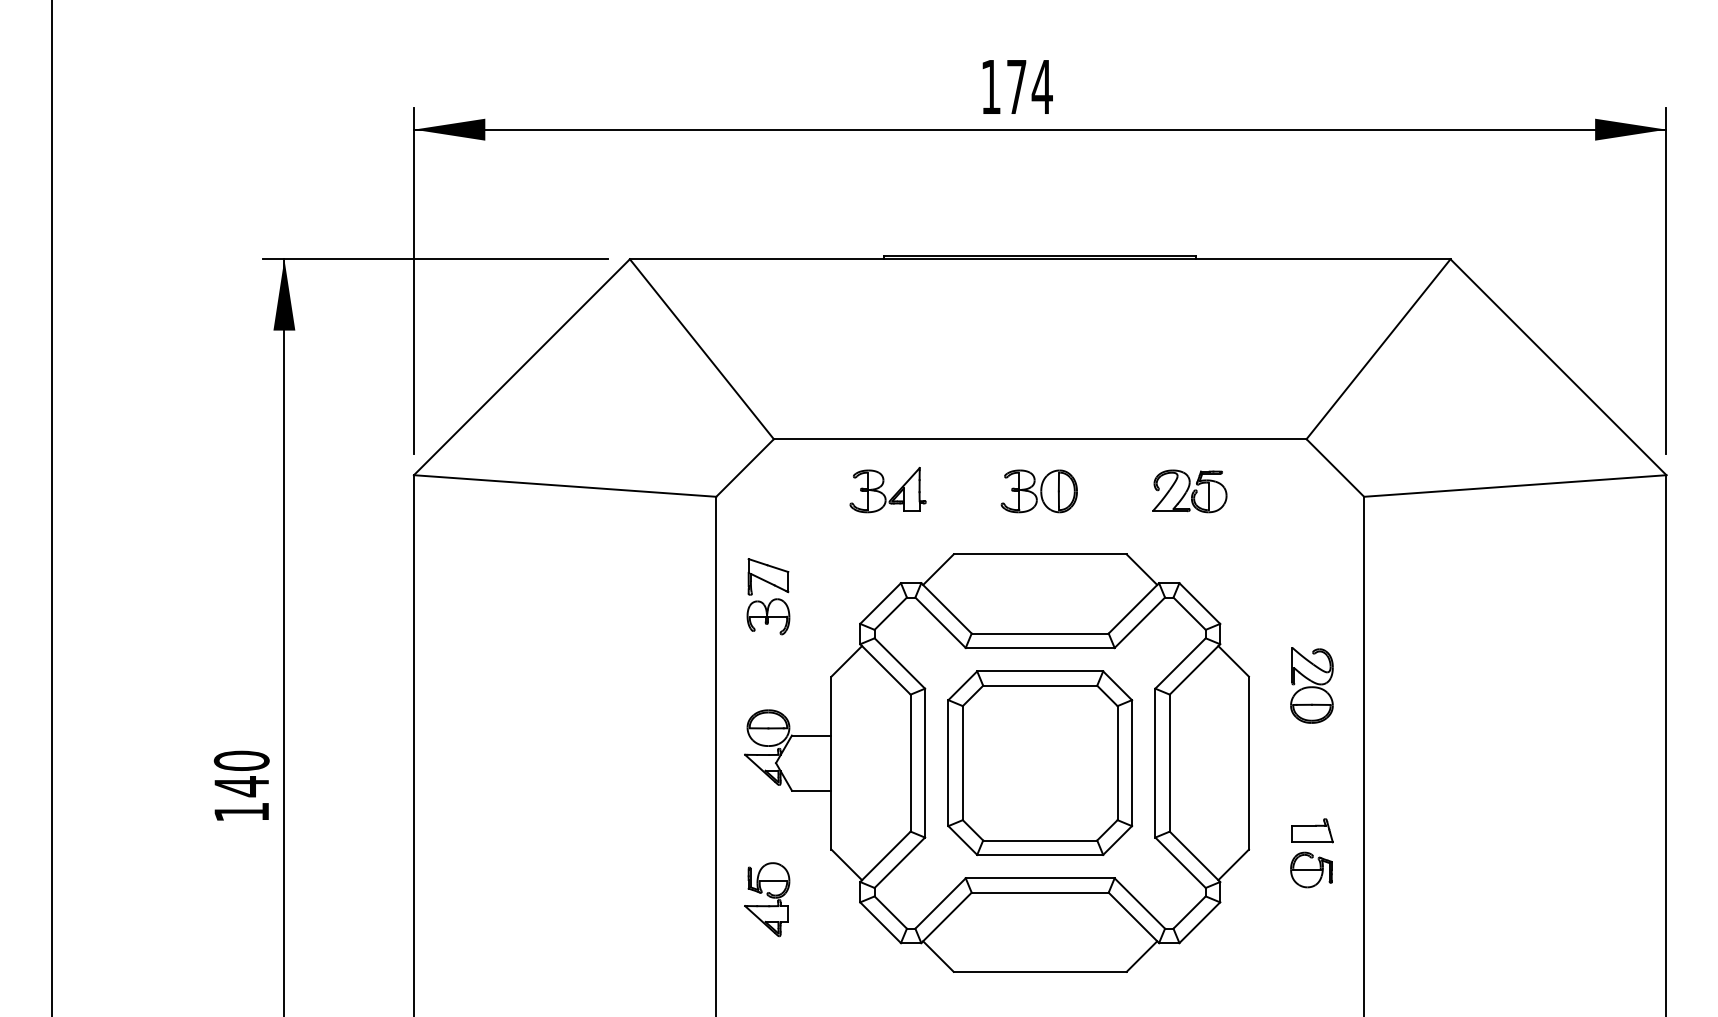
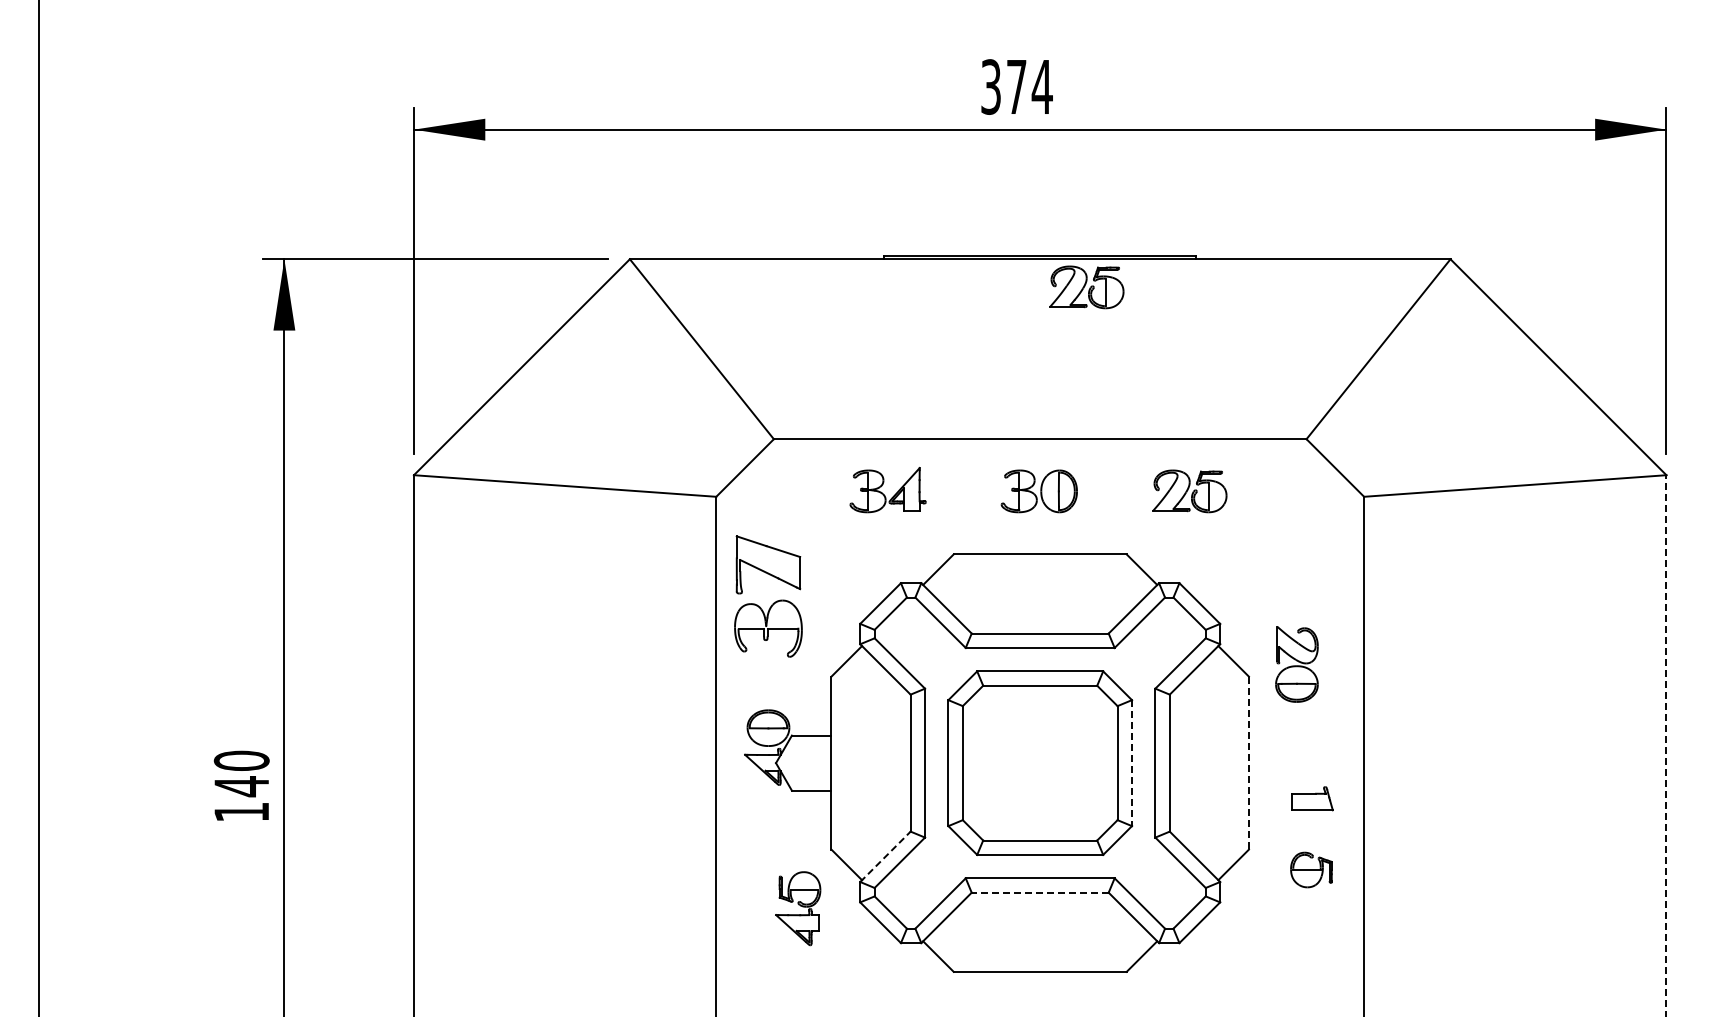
text at (990, 86): 174 -> 374
part at (1086, 287): none -> present
line at (51, 507) position: (51, 507) -> (38, 507)
part at (768, 596) size: 45x78 px -> 69x123 px
part at (1311, 685) position: (1311, 685) -> (1296, 664)
line at (1666, 745): solid -> dashed
line at (1131, 763): solid -> dashed
line at (1248, 763): solid -> dashed
part at (1312, 830) position: (1312, 830) -> (1312, 798)
line at (885, 856): solid -> dashed
line at (1039, 892): solid -> dashed
part at (767, 899) position: (767, 899) -> (798, 908)
